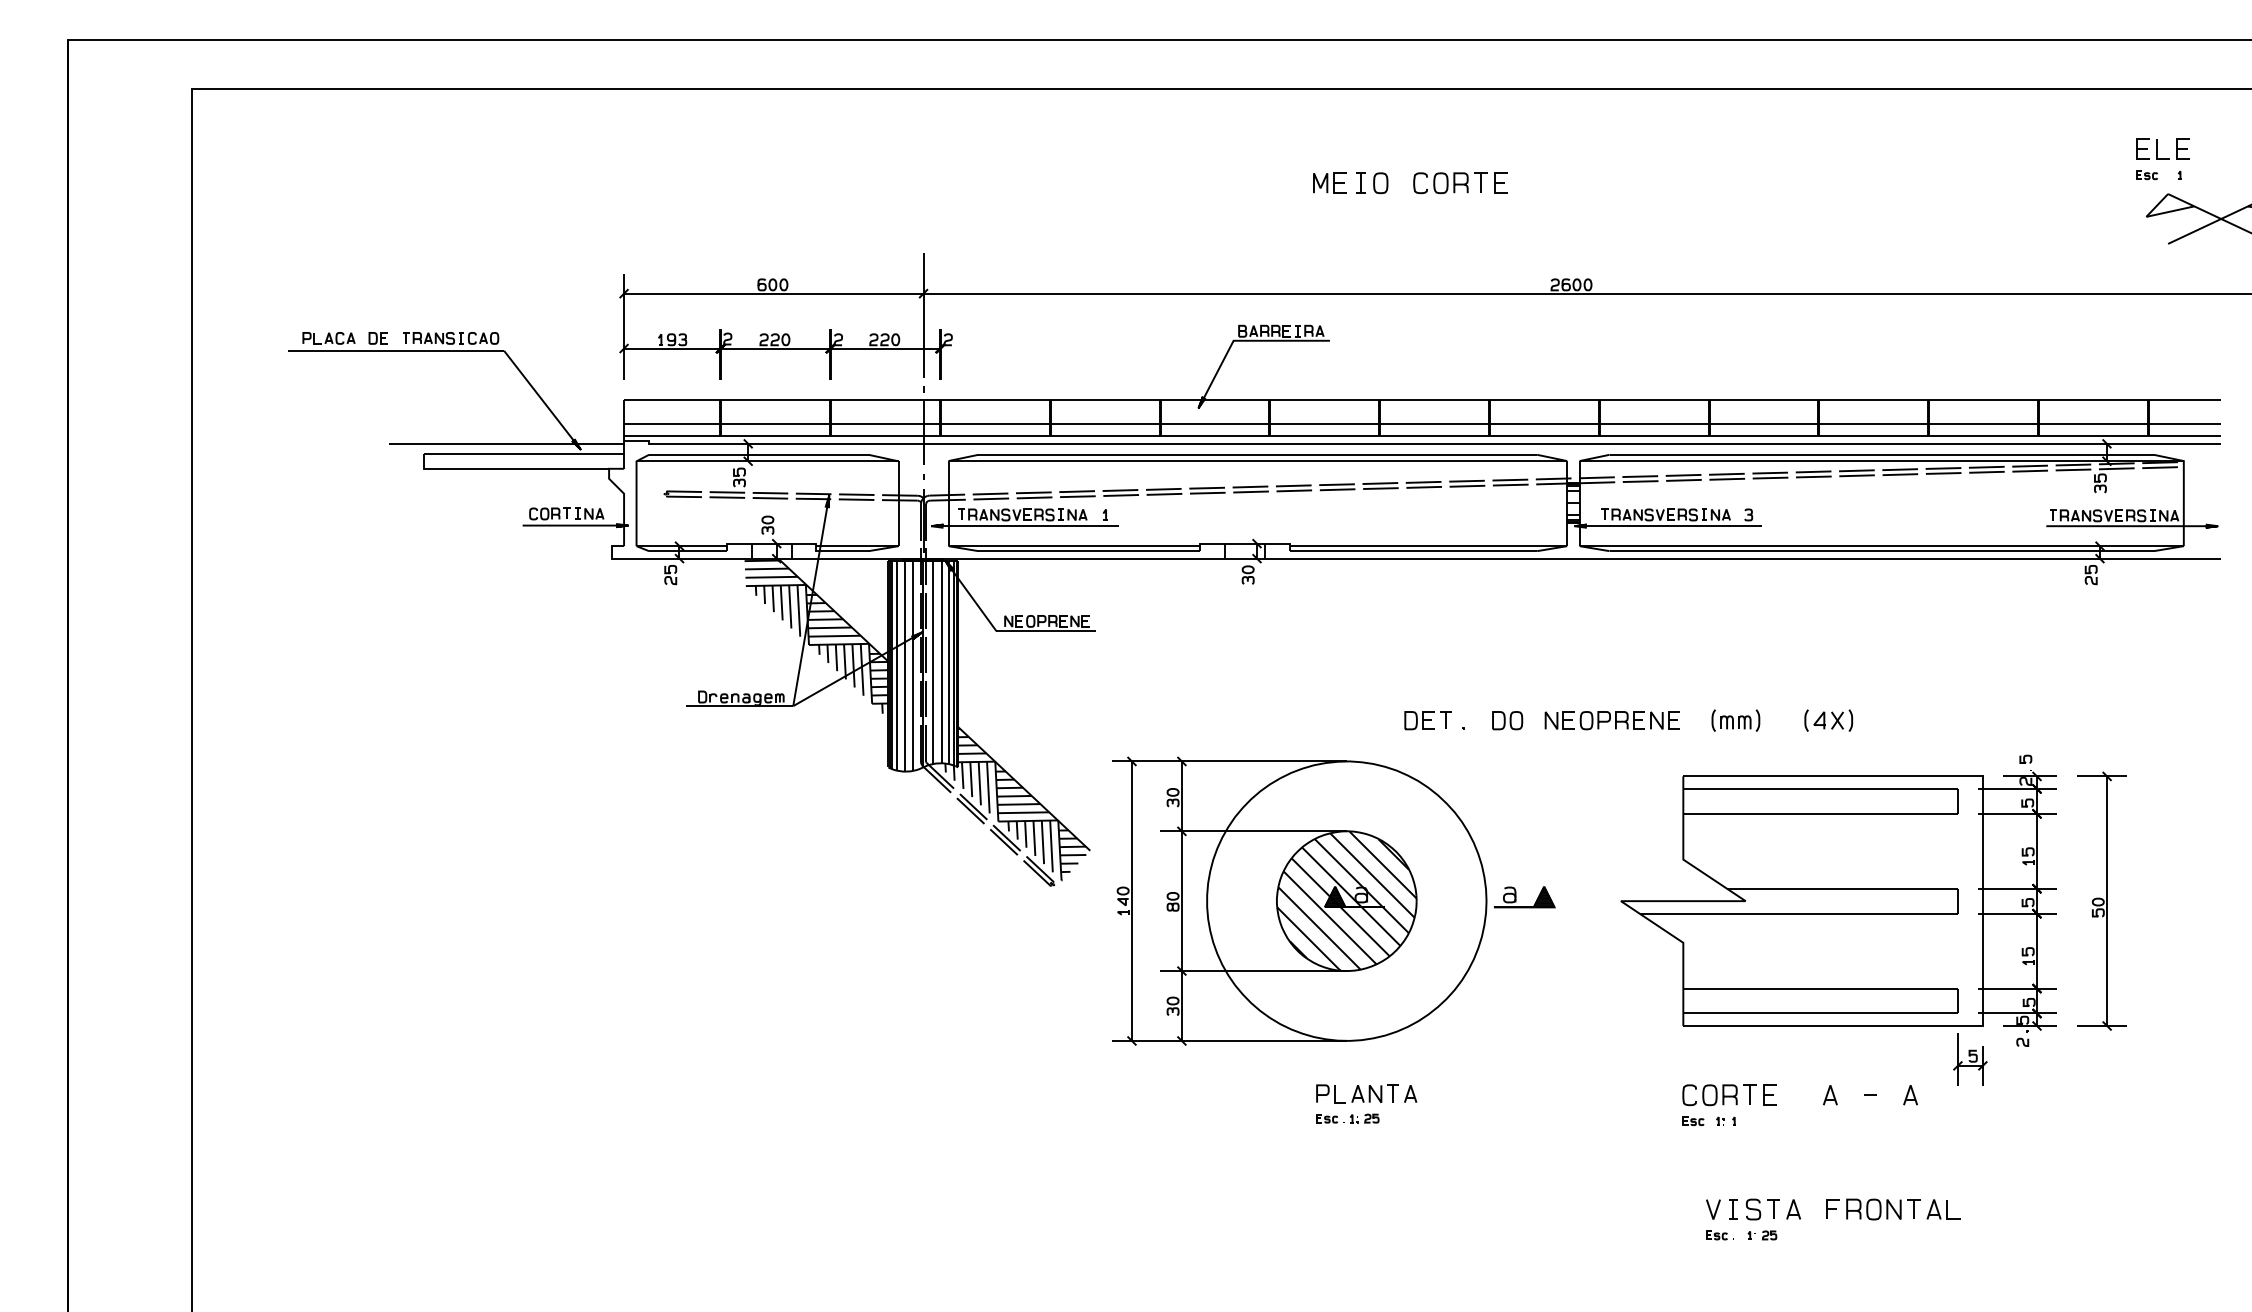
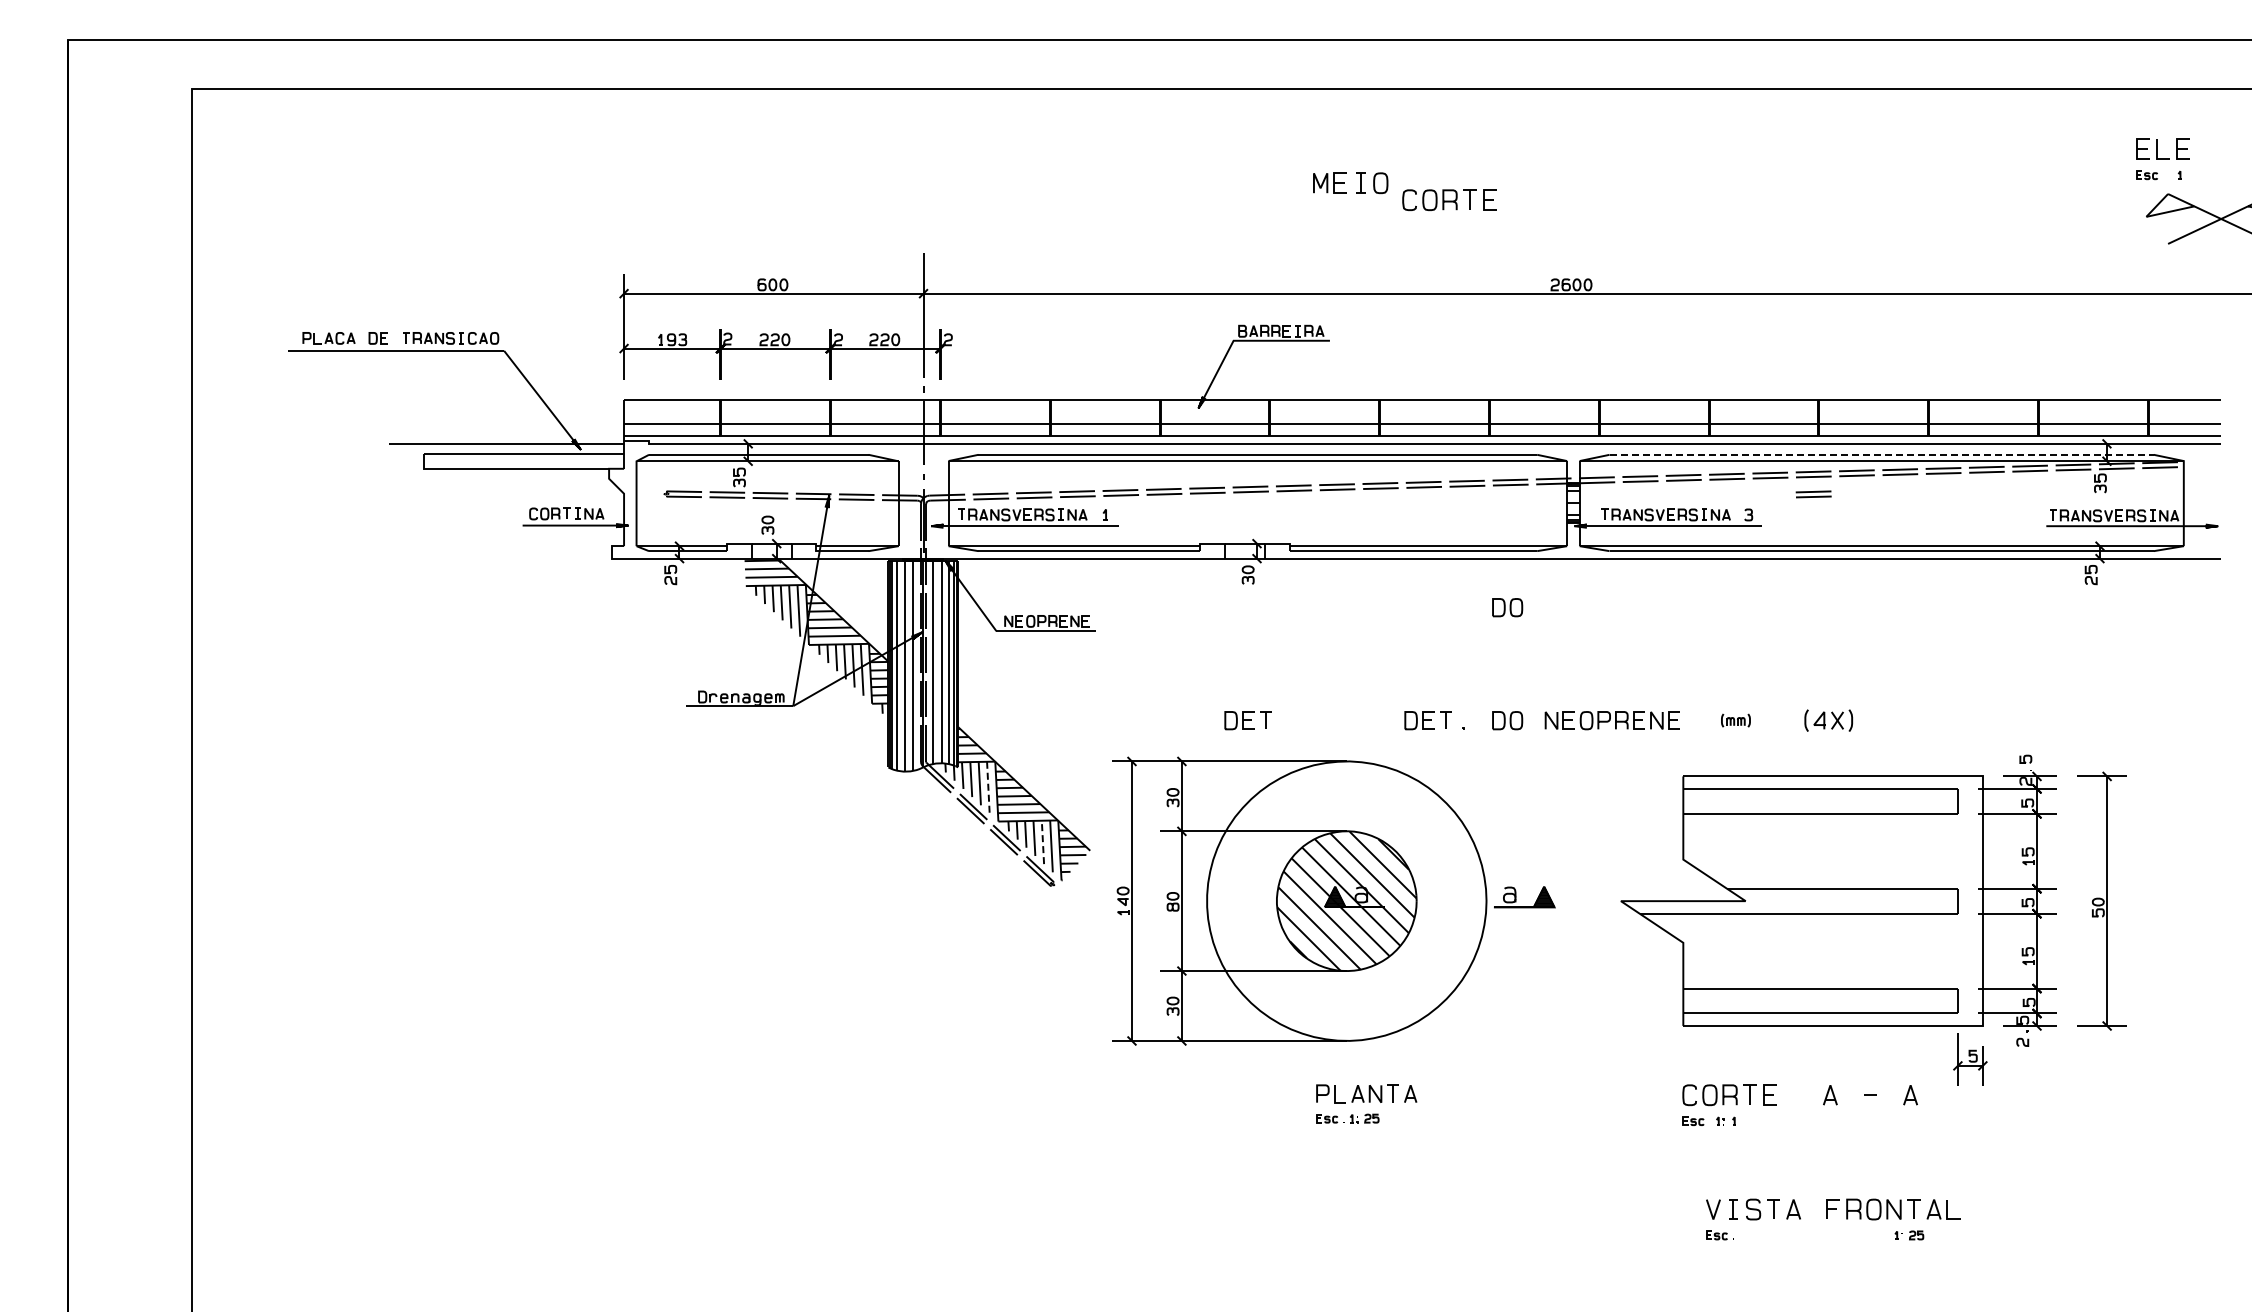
part at (1460, 182) position: (1460, 182) -> (1449, 199)
line at (1882, 454): solid -> dashed
part at (1813, 494): none -> present
part at (1507, 607): none -> present
part at (1247, 720): none -> present
part at (1735, 720) size: 50x23 px -> 30x15 px
line at (988, 787): solid -> dashed
line at (1042, 842): solid -> dashed
part at (1762, 1235) position: (1762, 1235) -> (1909, 1235)
